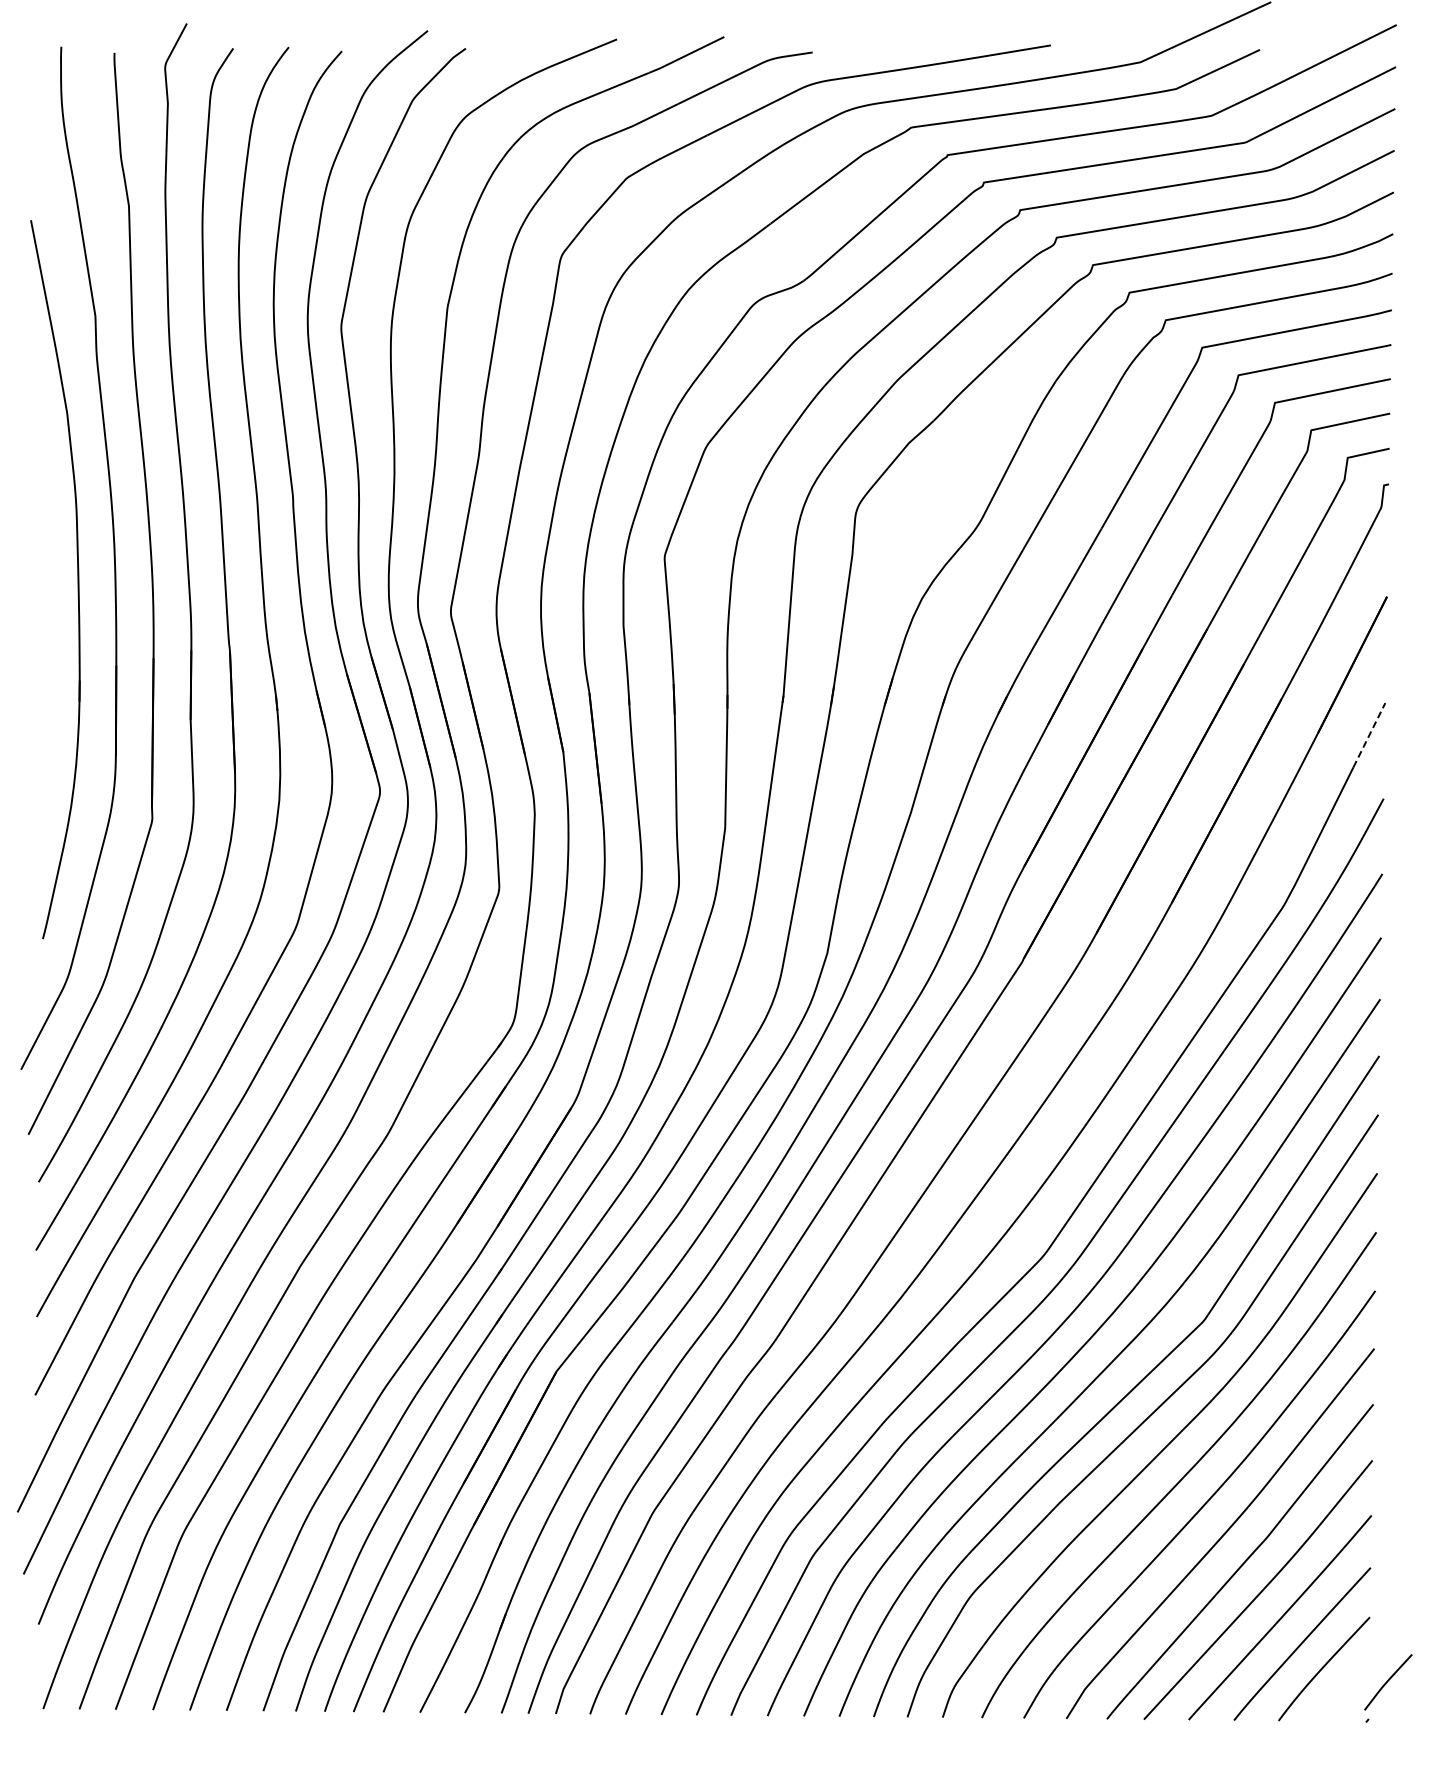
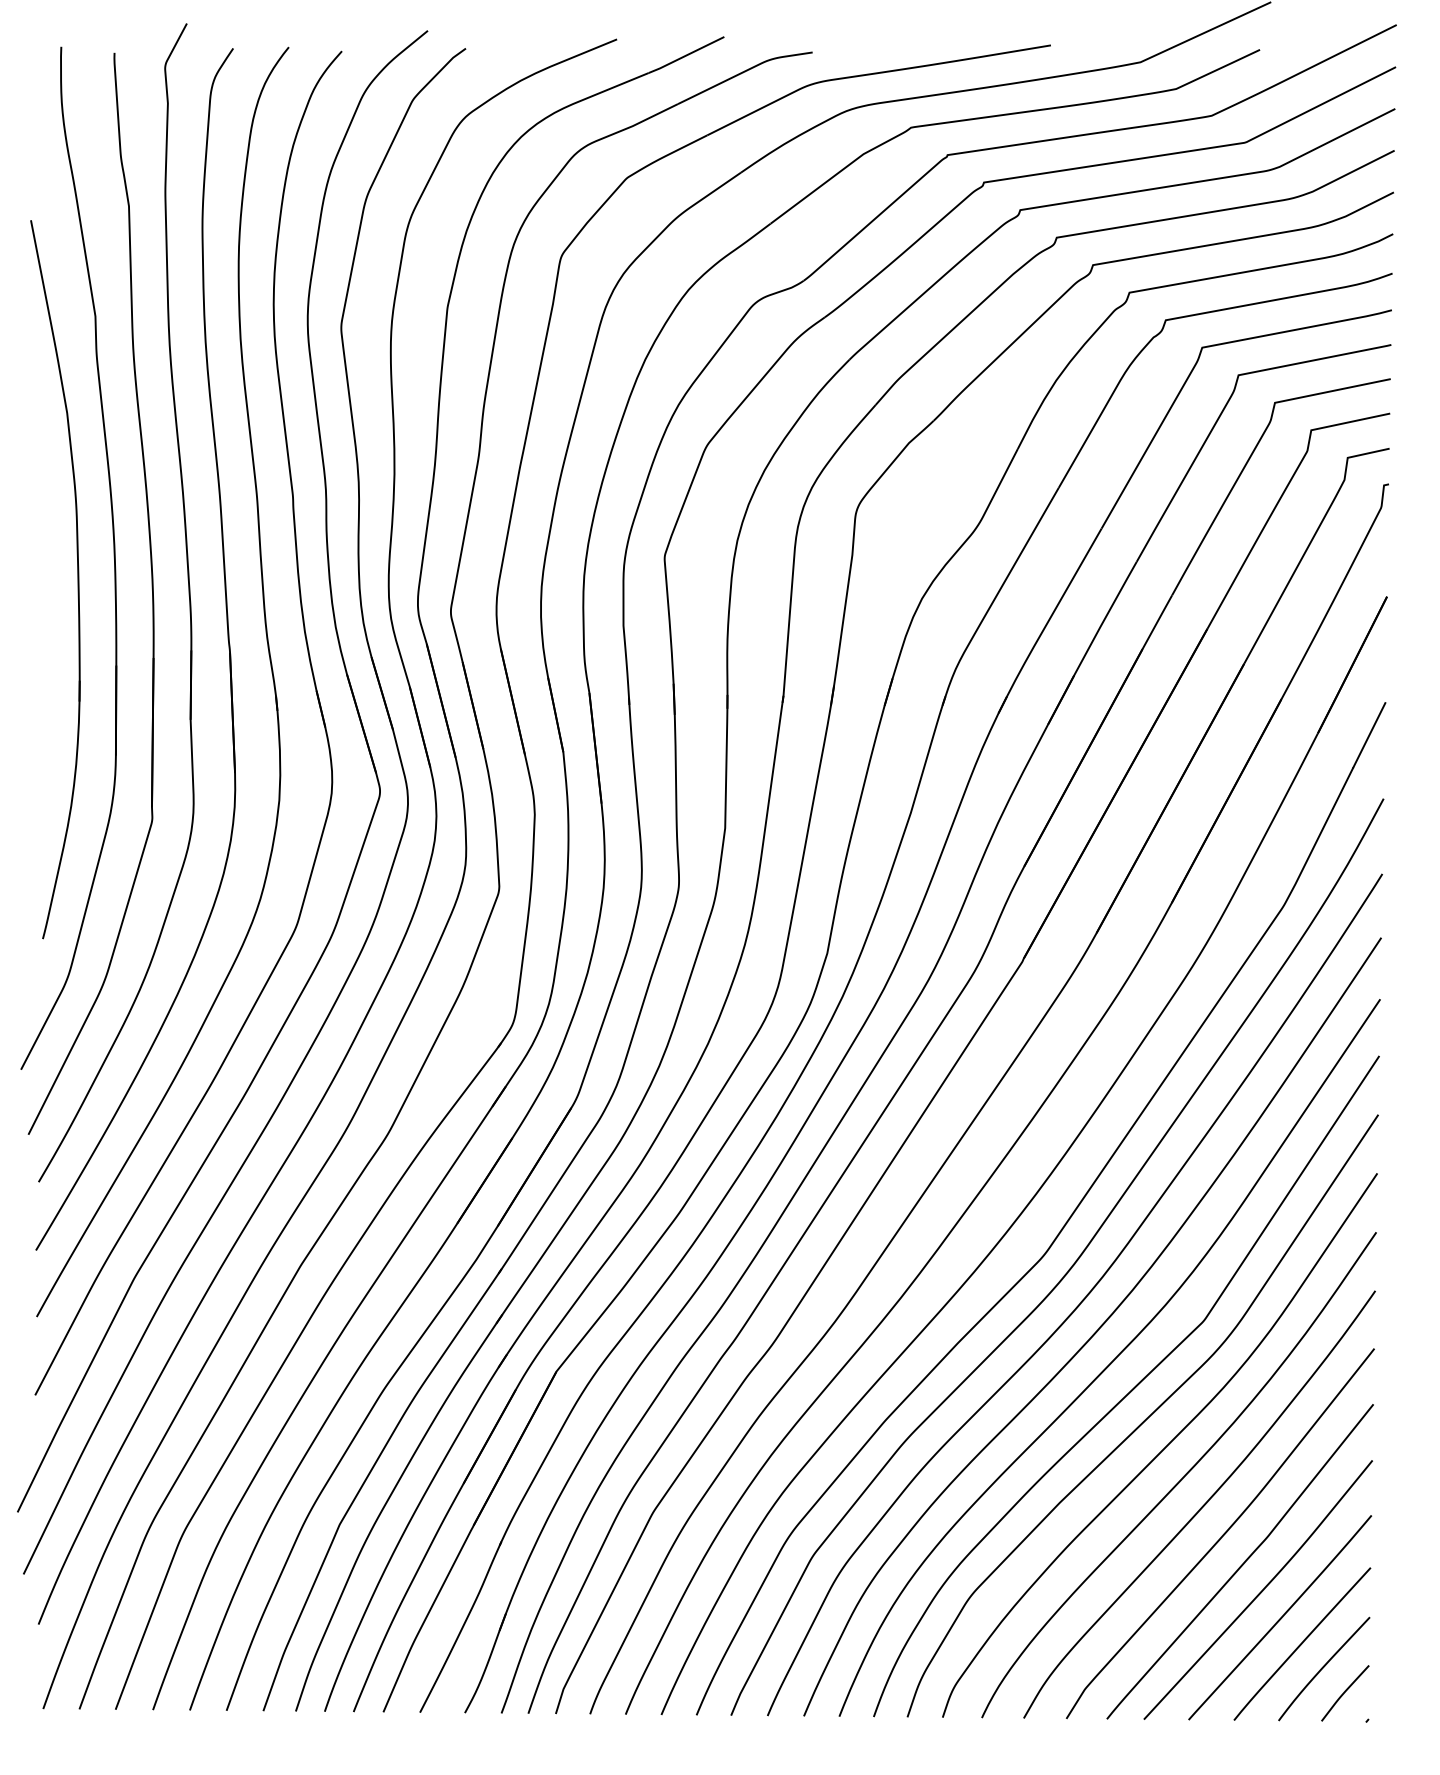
line at (1369, 735): dashed -> solid
curve at (1388, 1681) position: (1388, 1681) -> (1345, 1692)
